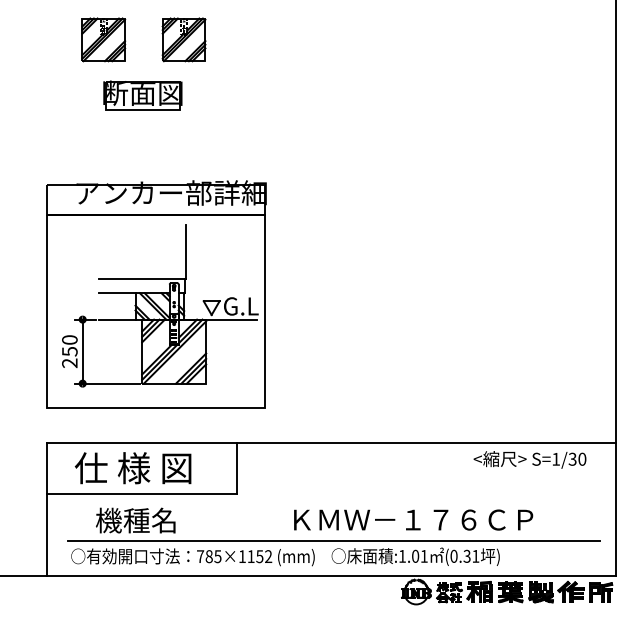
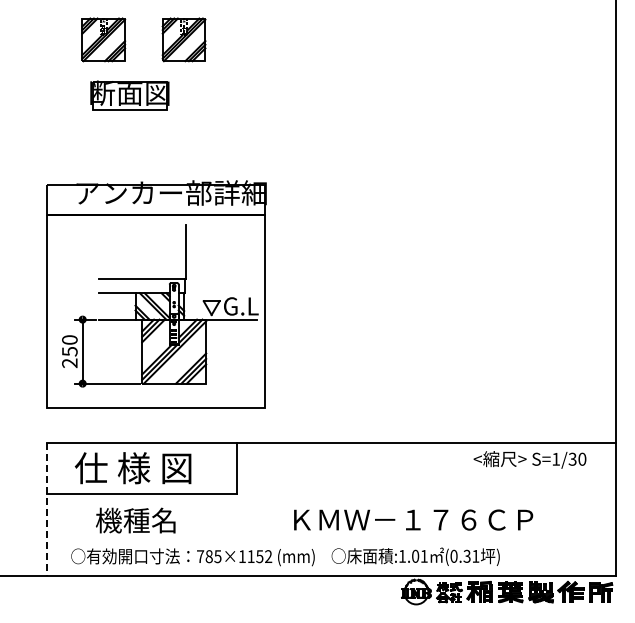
part at (142, 95) position: (142, 95) -> (129, 95)
line at (47, 509): solid -> dashed
line at (333, 541): present -> none
